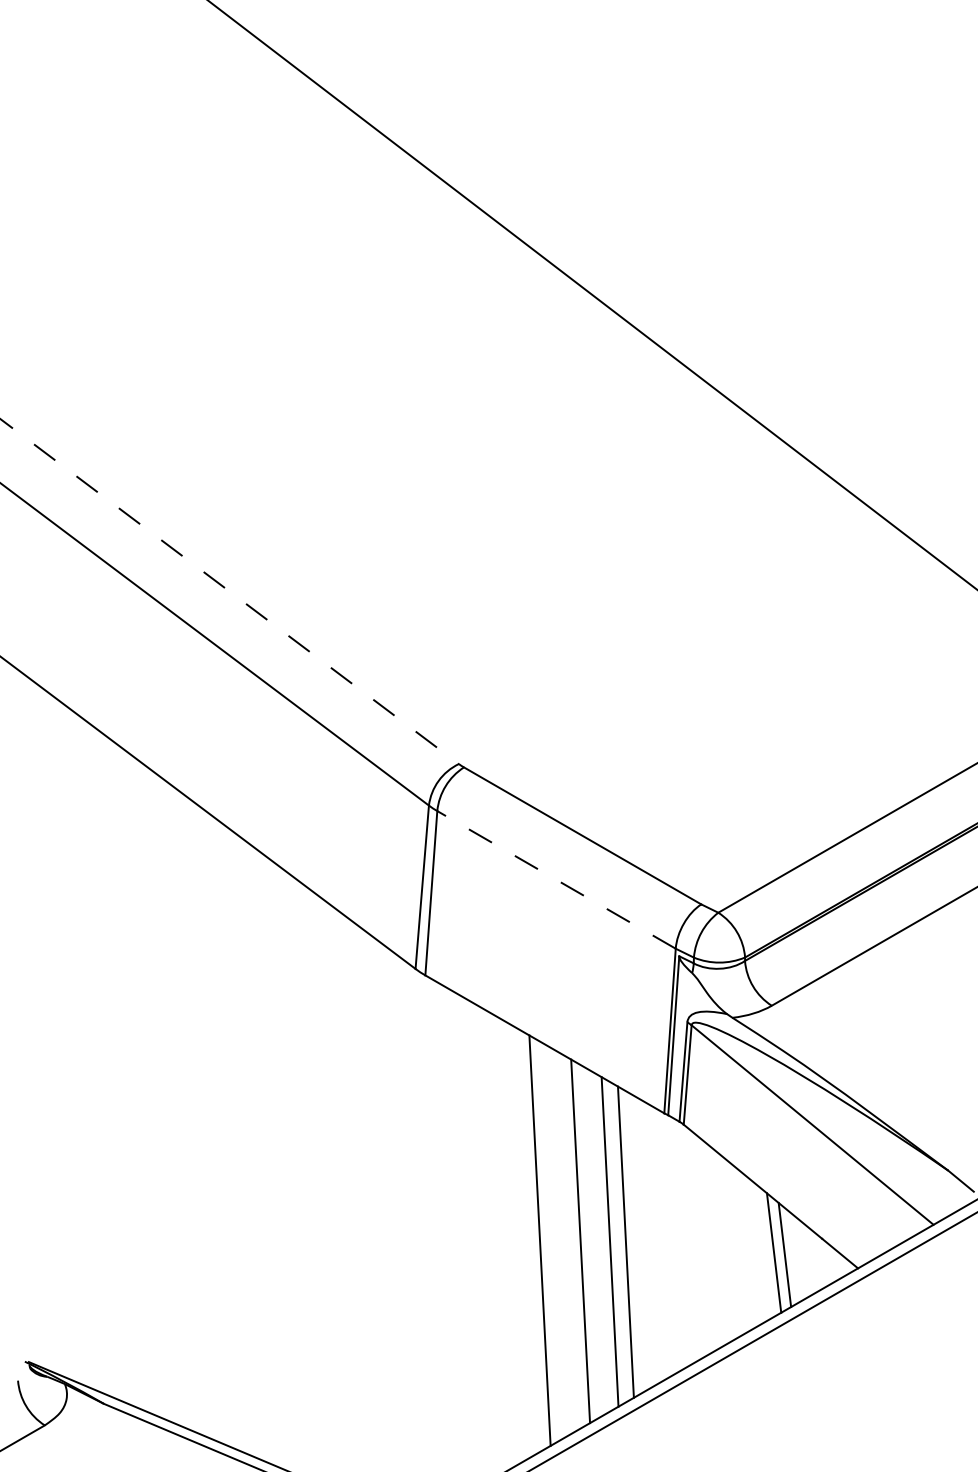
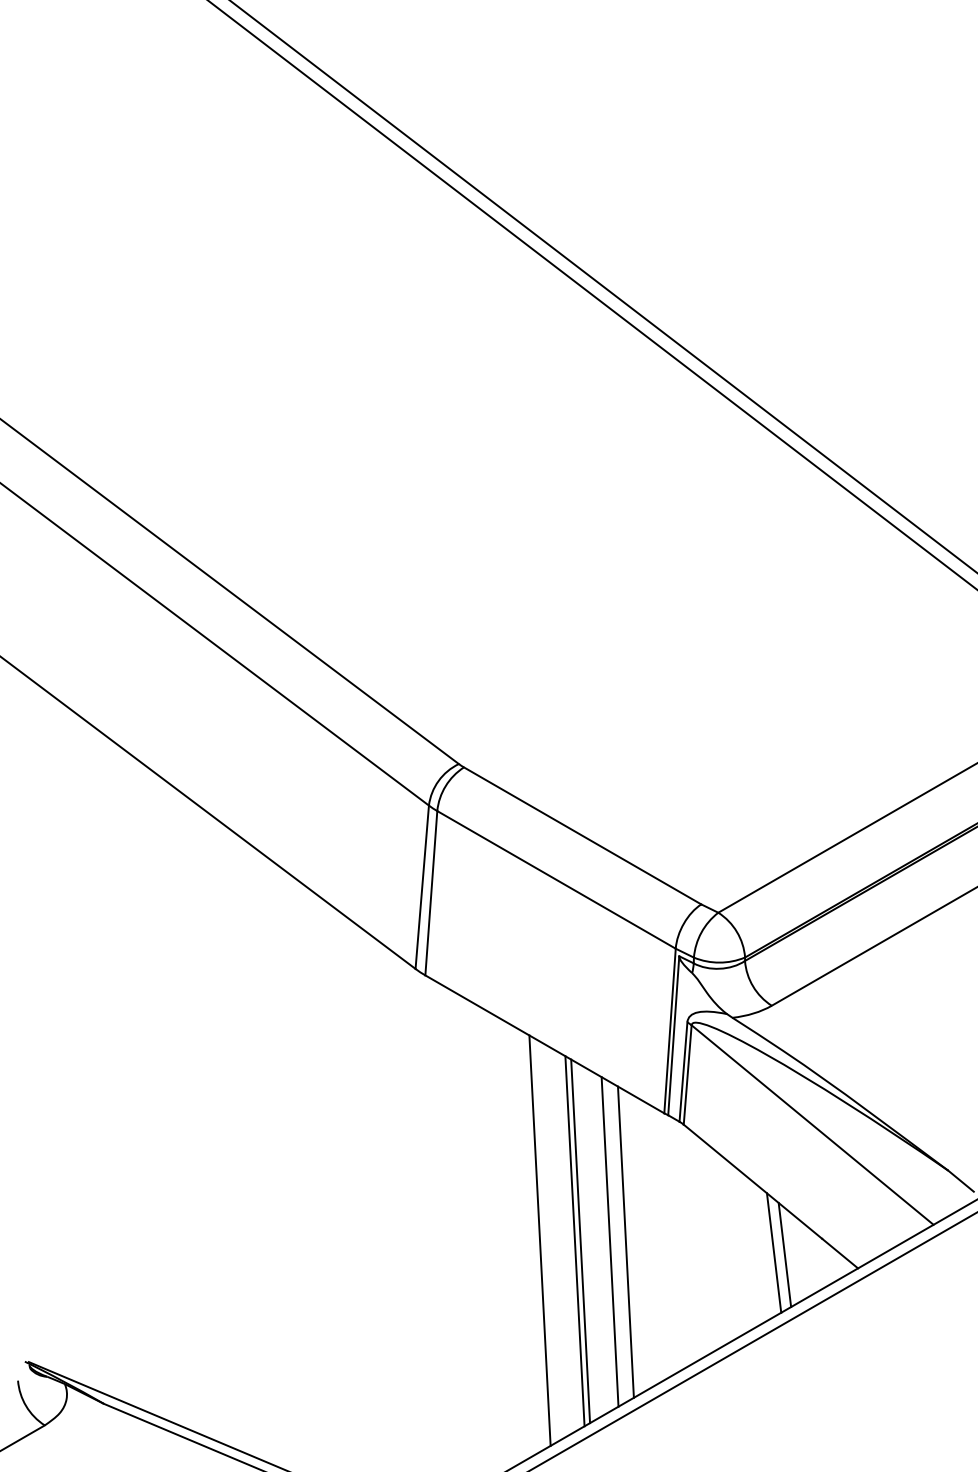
line at (603, 286): none -> present
line at (229, 591): dashed -> solid
line at (556, 879): dashed -> solid
line at (574, 1241): none -> present
